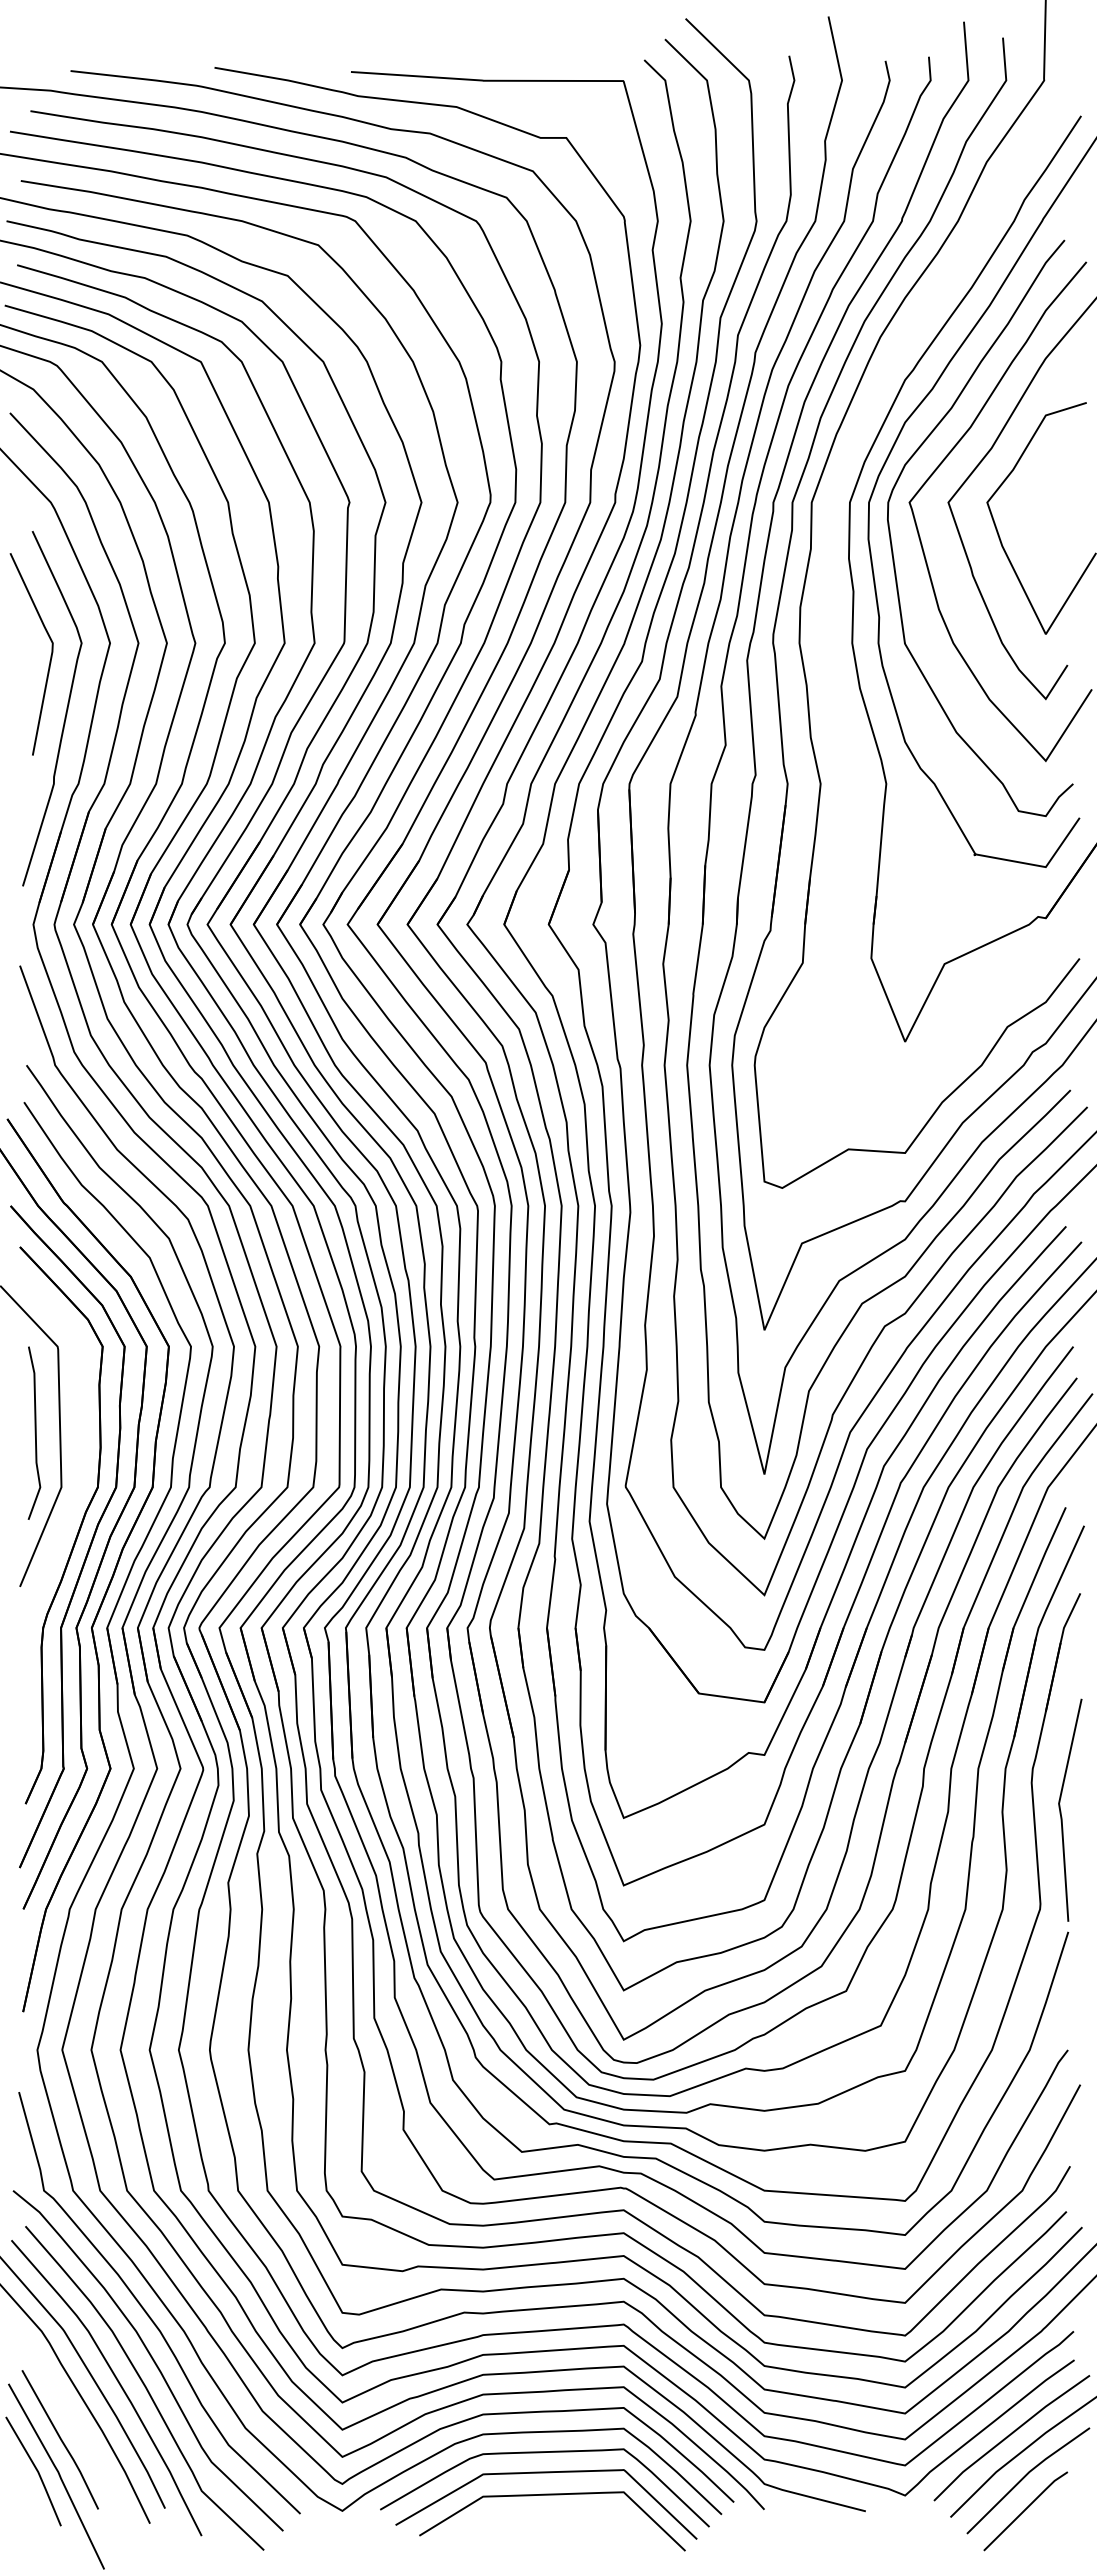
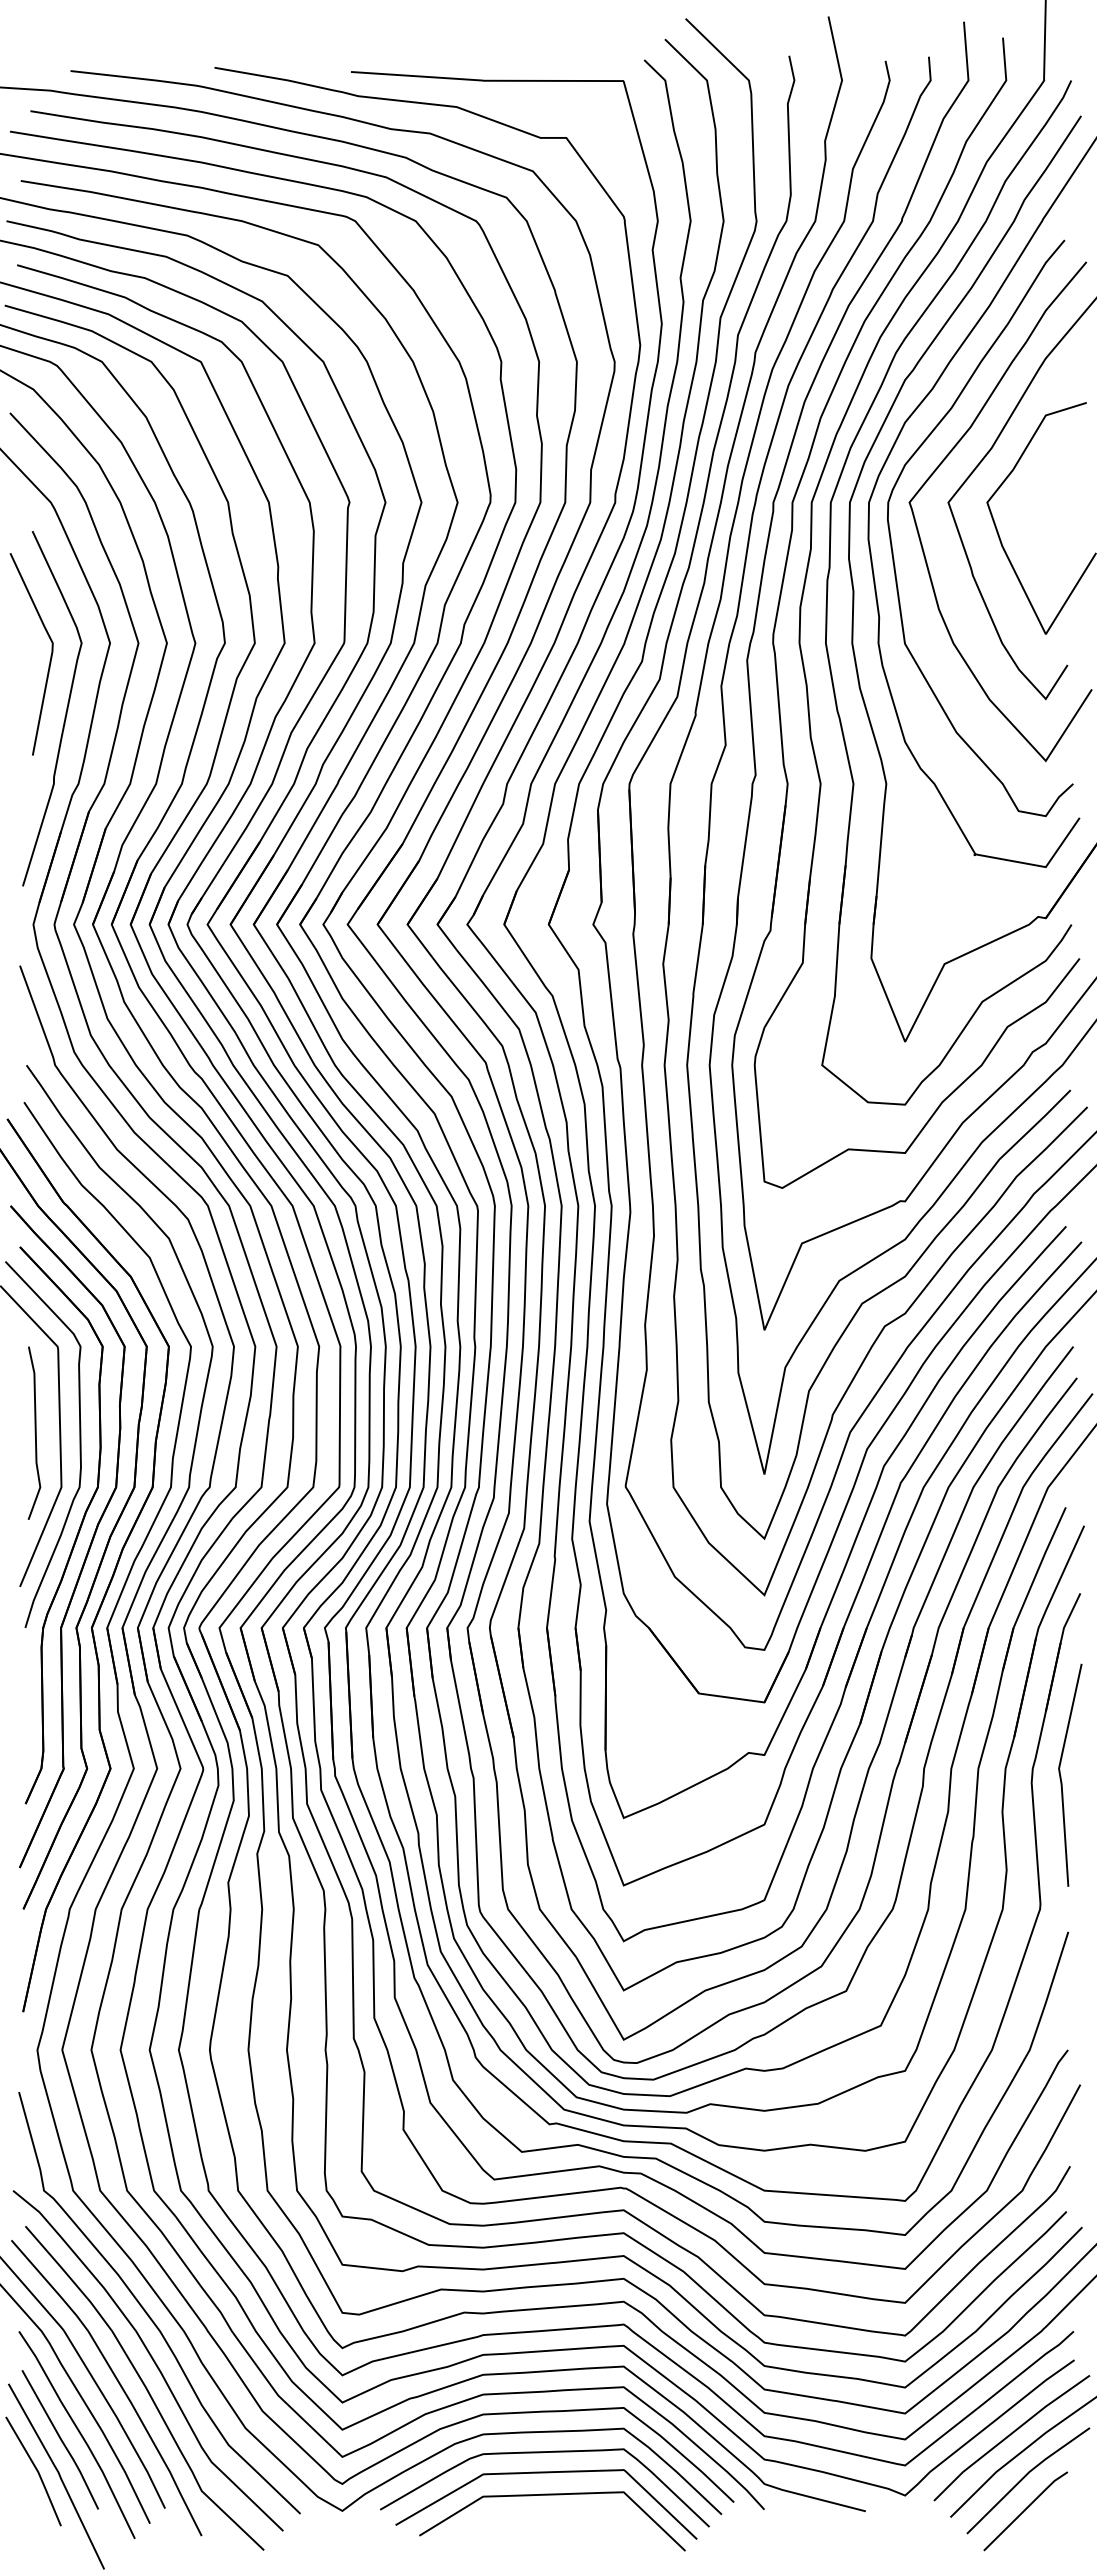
part at (828, 590): none -> present
curve at (79, 1444): none -> present
line at (1061, 1810) position: (1061, 1810) -> (1061, 1775)
curve at (78, 2432): none -> present
